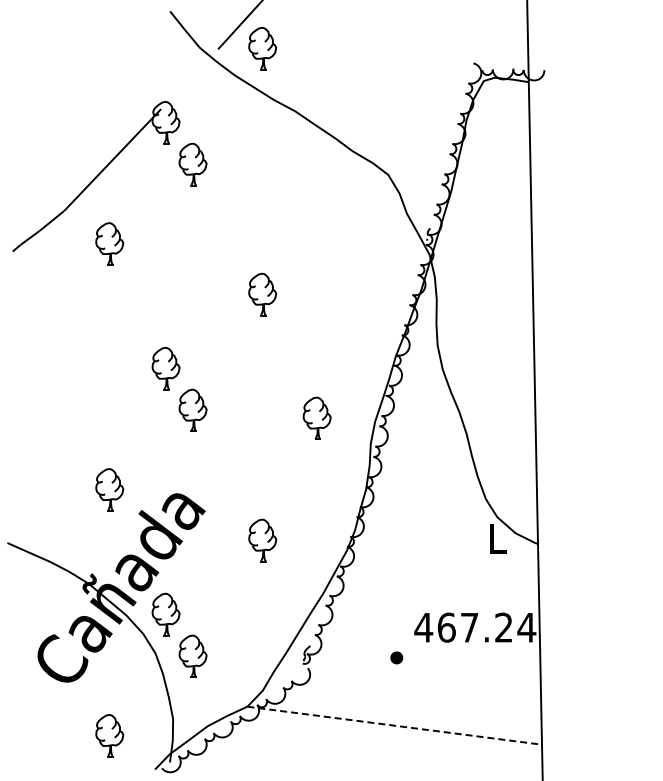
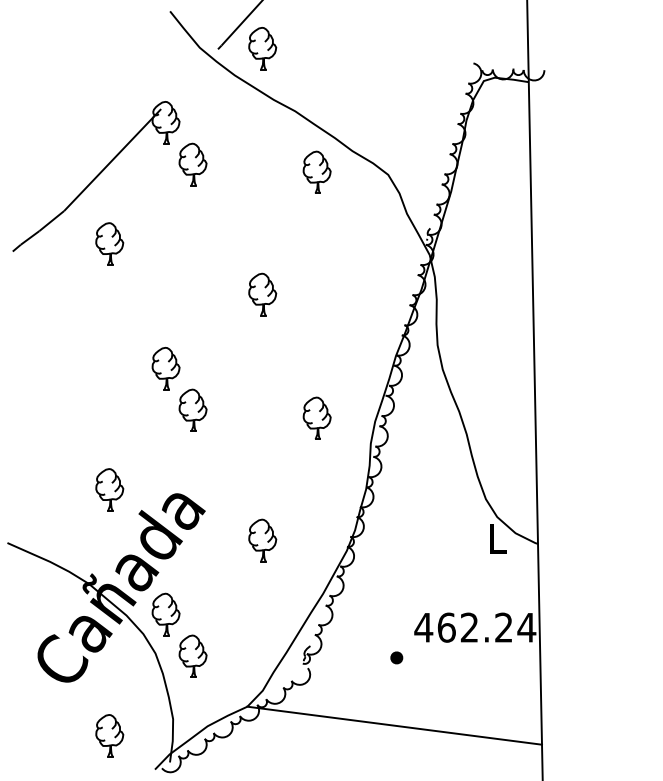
part at (316, 171): none -> present
text at (468, 627): 467.24 -> 462.24
line at (394, 725): dashed -> solid
